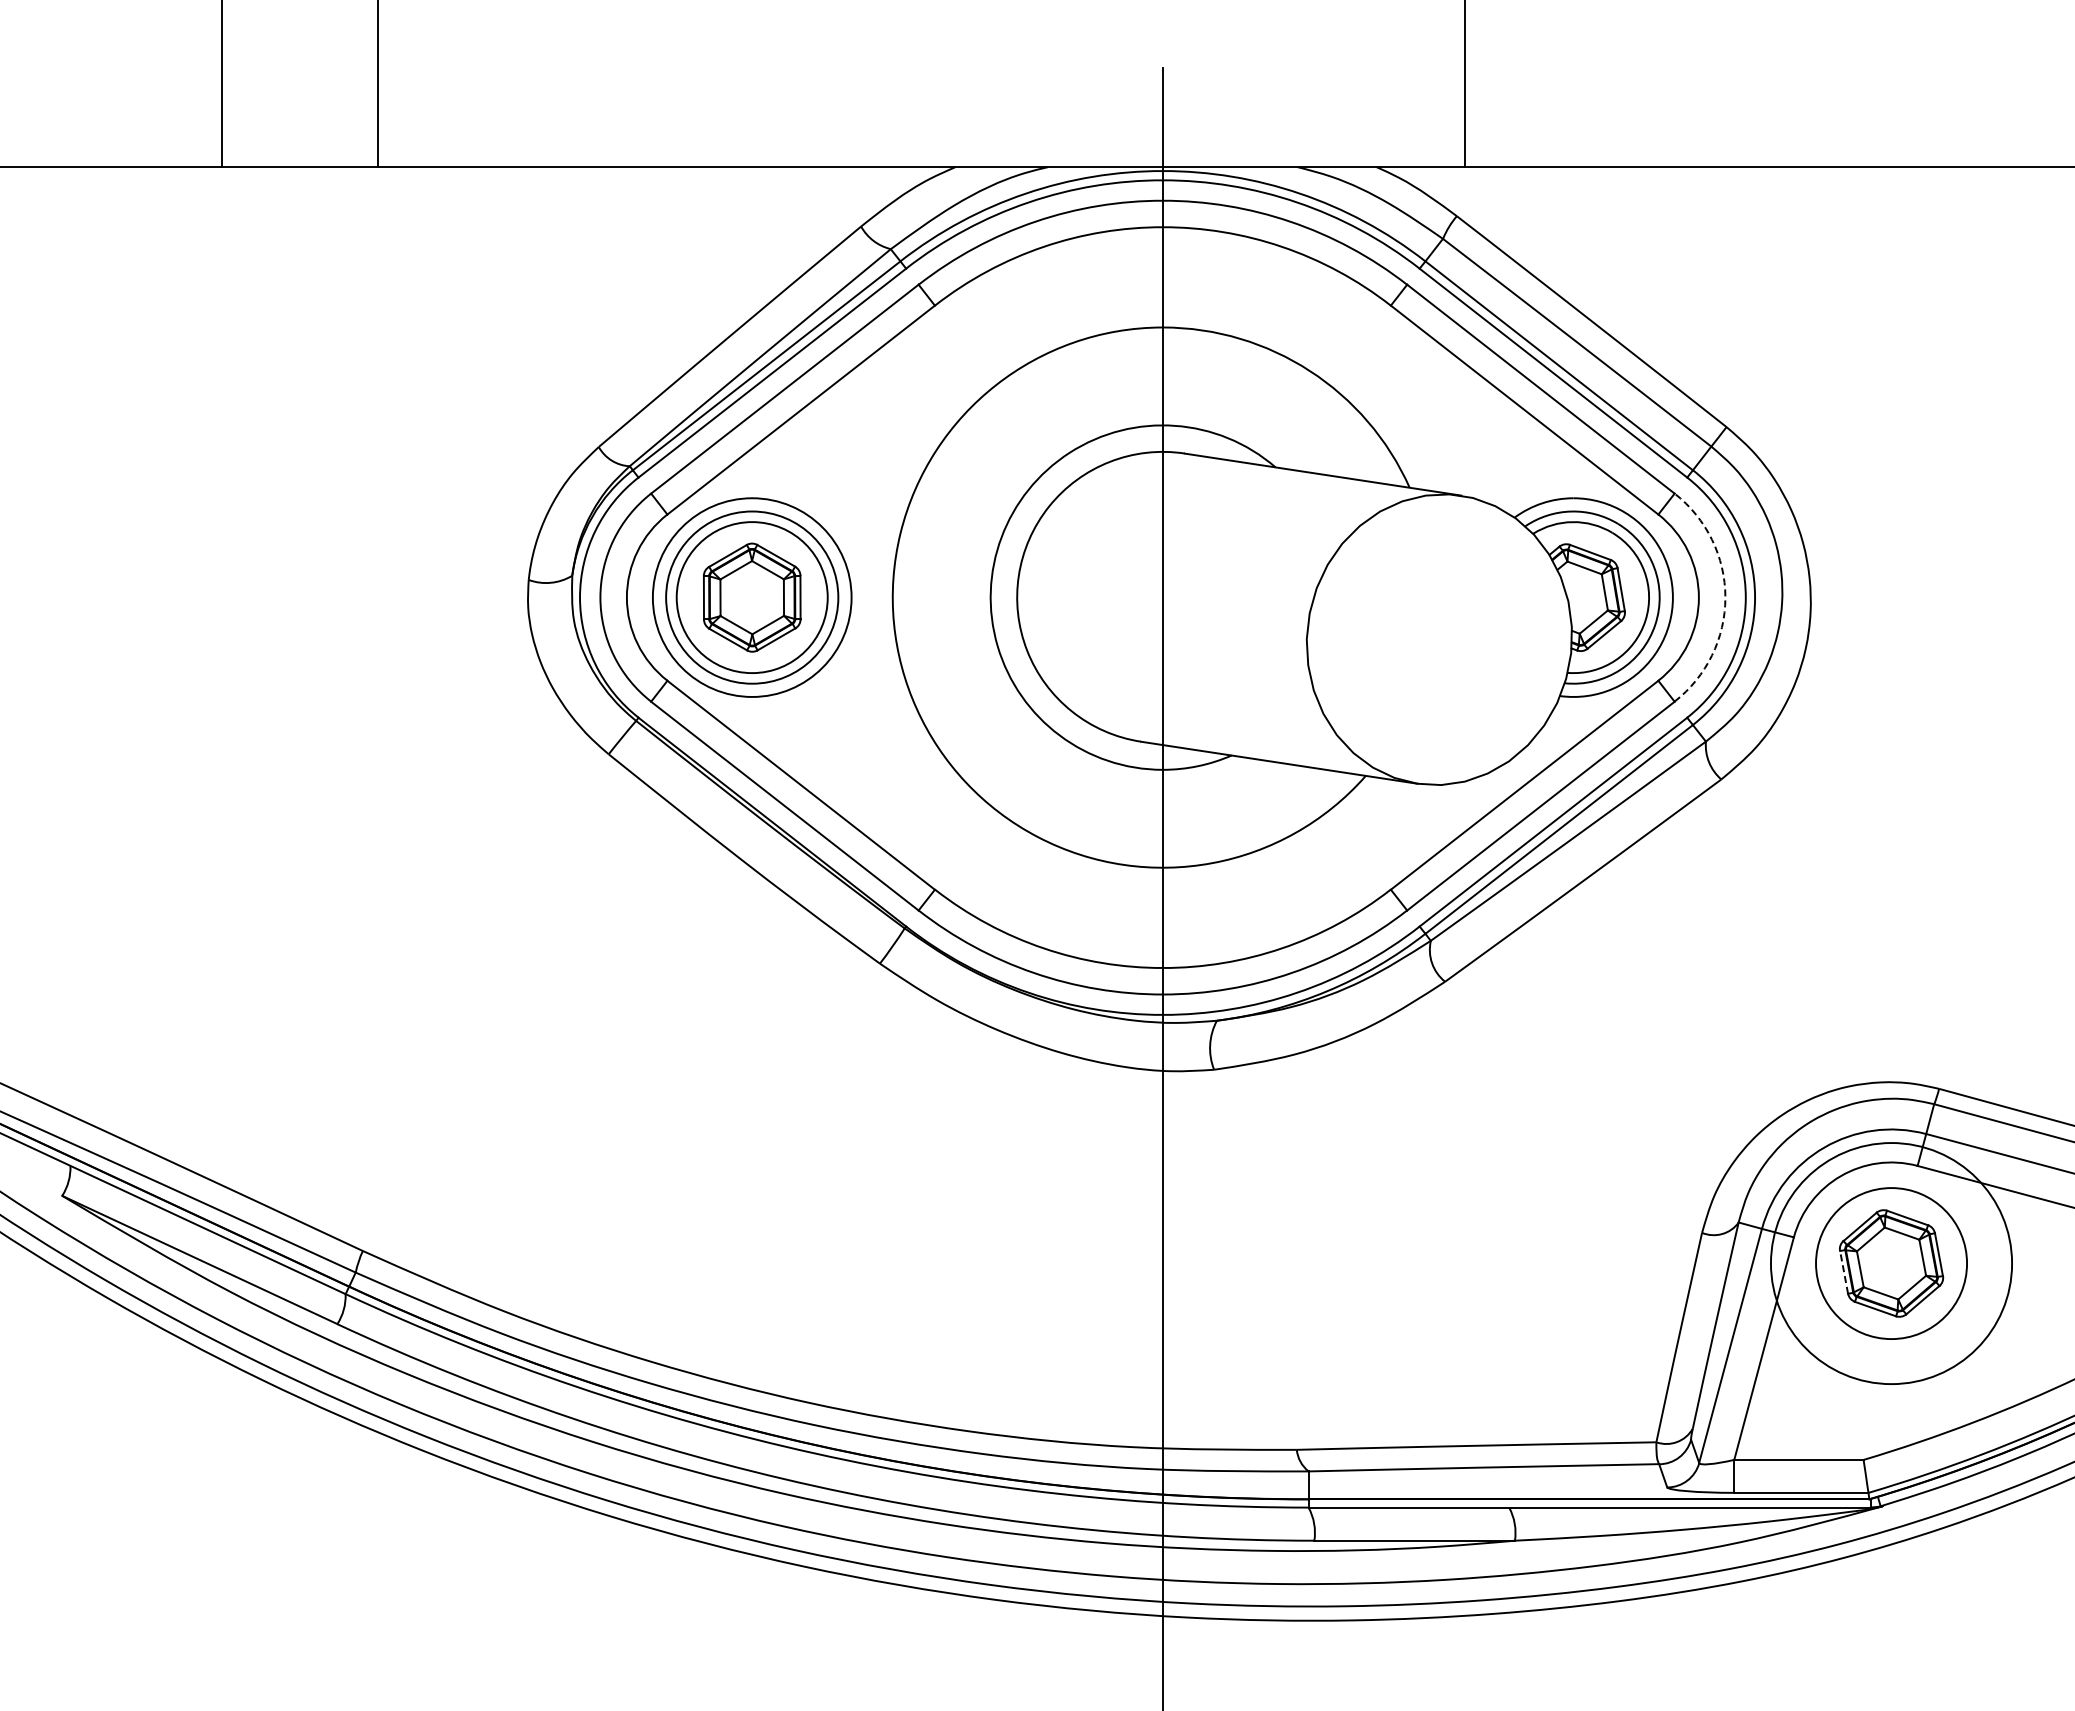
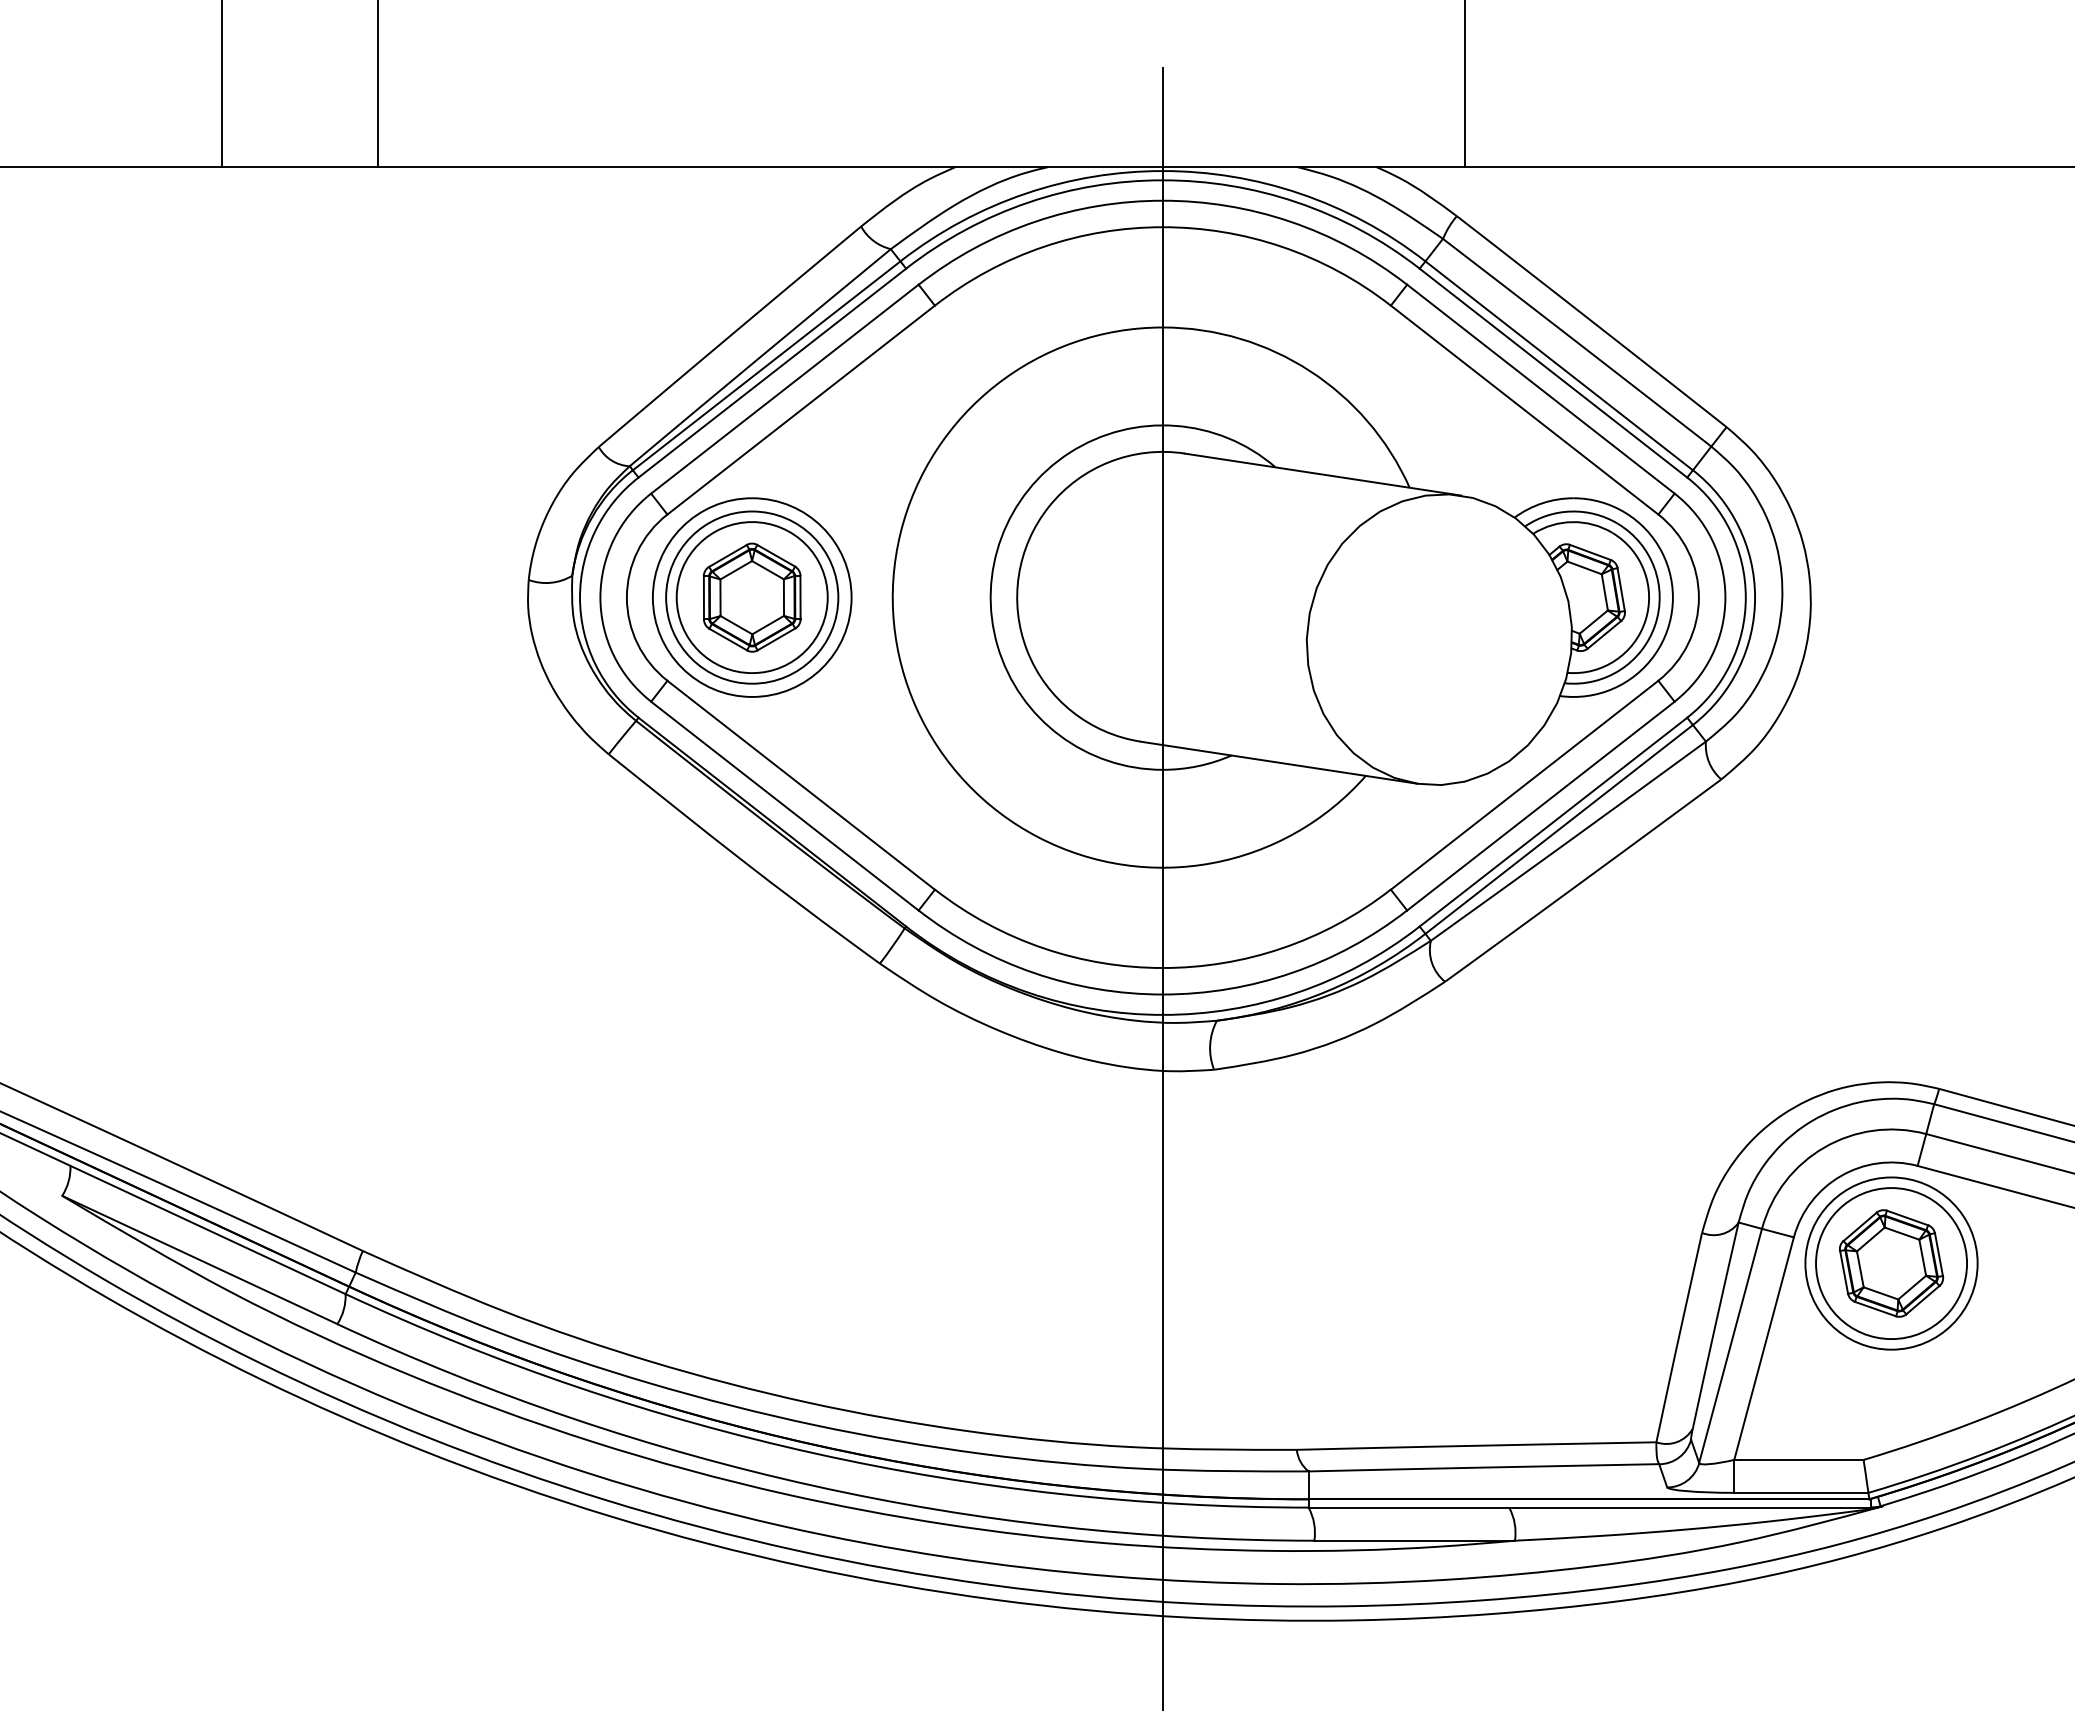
arc at (1725, 597): dashed -> solid
circle at (1891, 1263) diameter: 241 px -> 172 px
line at (1844, 1272): dashed -> solid
